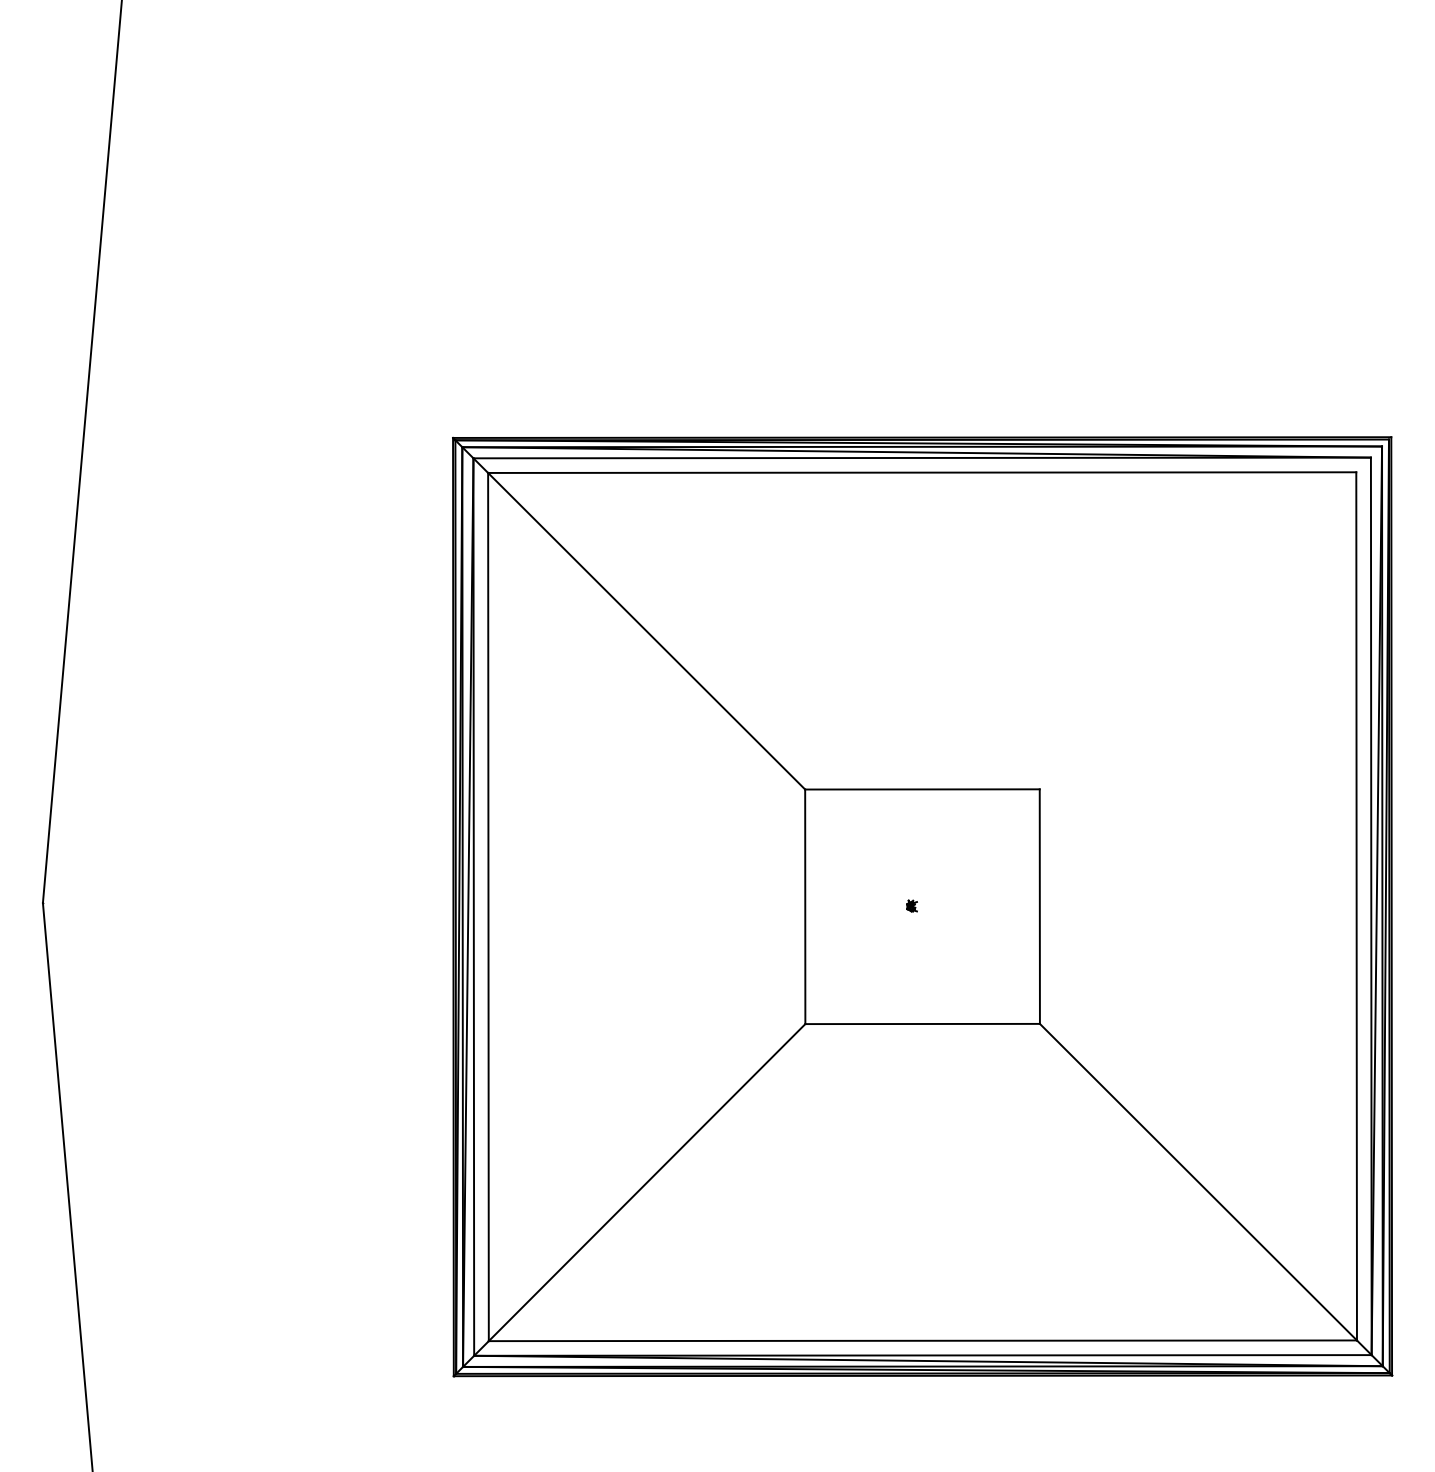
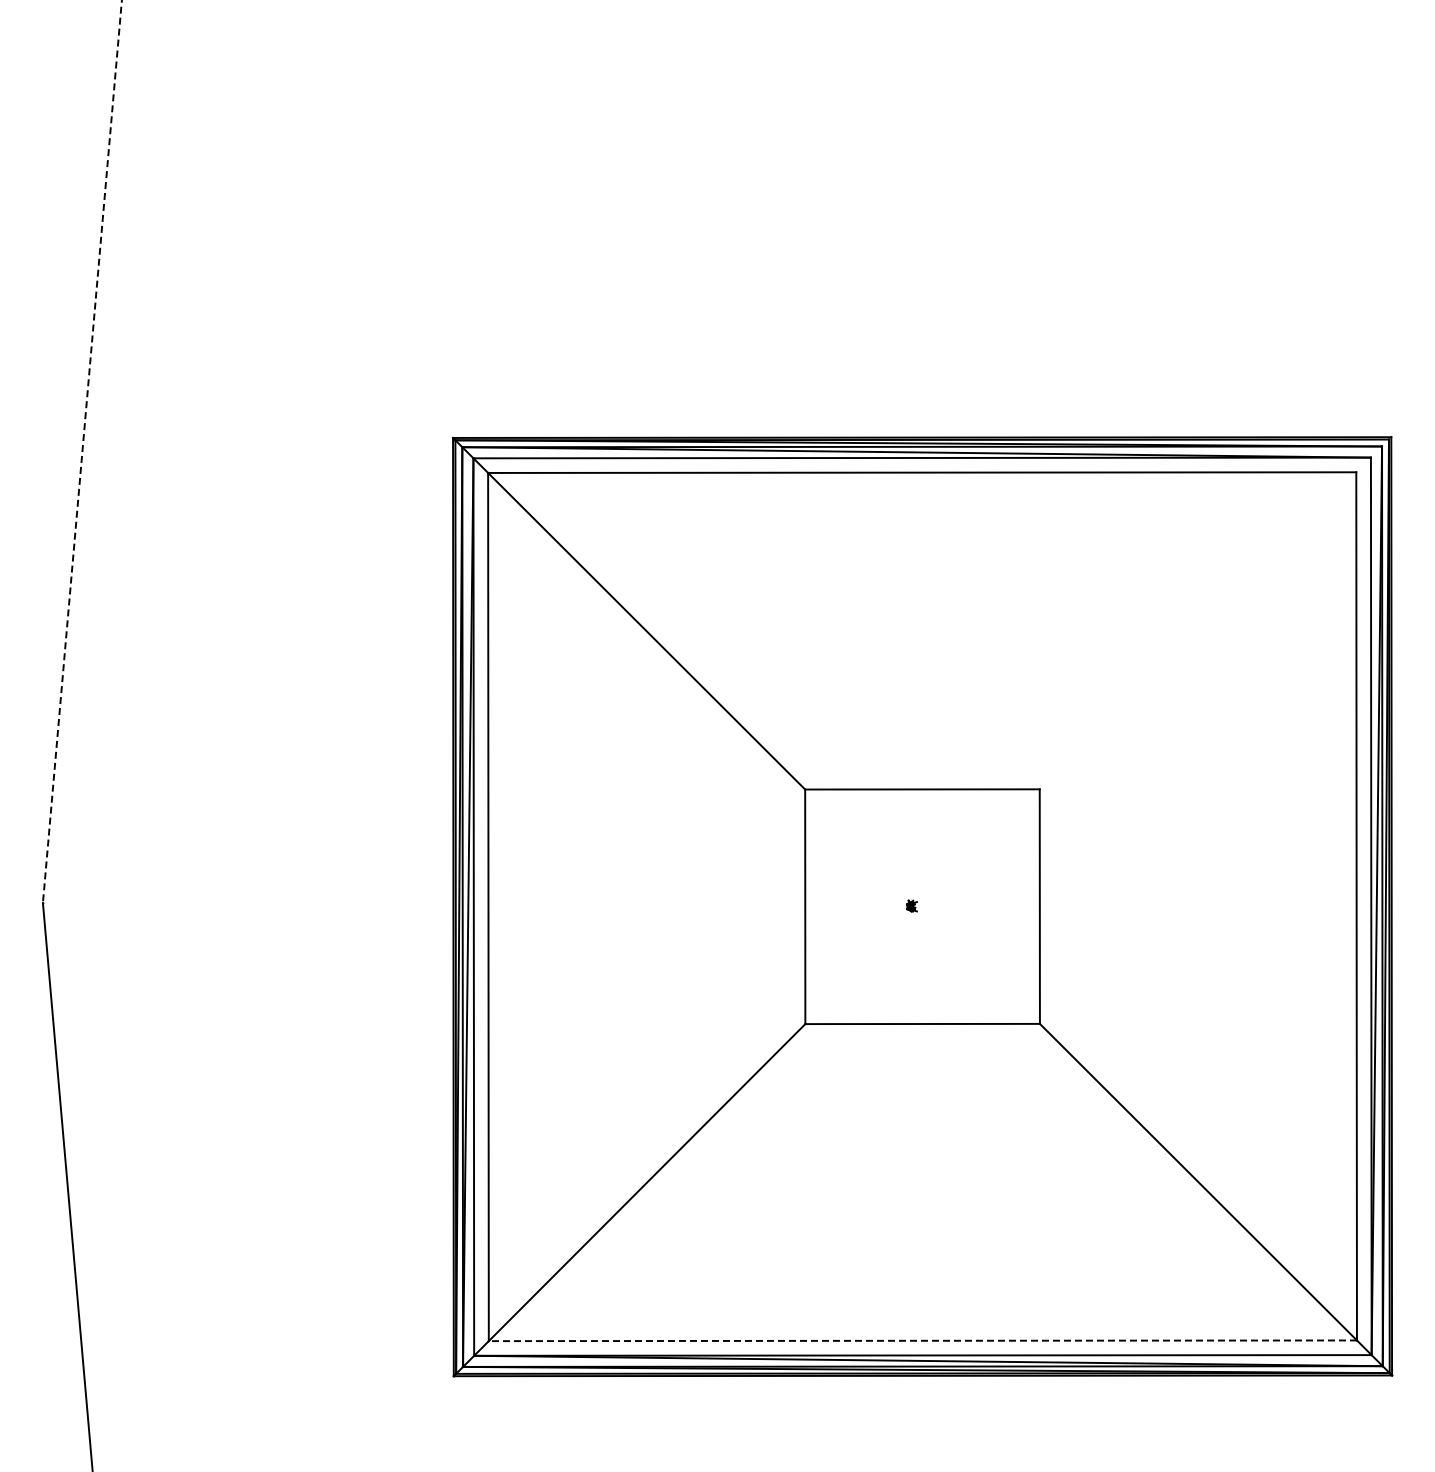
line at (82, 451): solid -> dashed
line at (922, 1340): solid -> dashed
